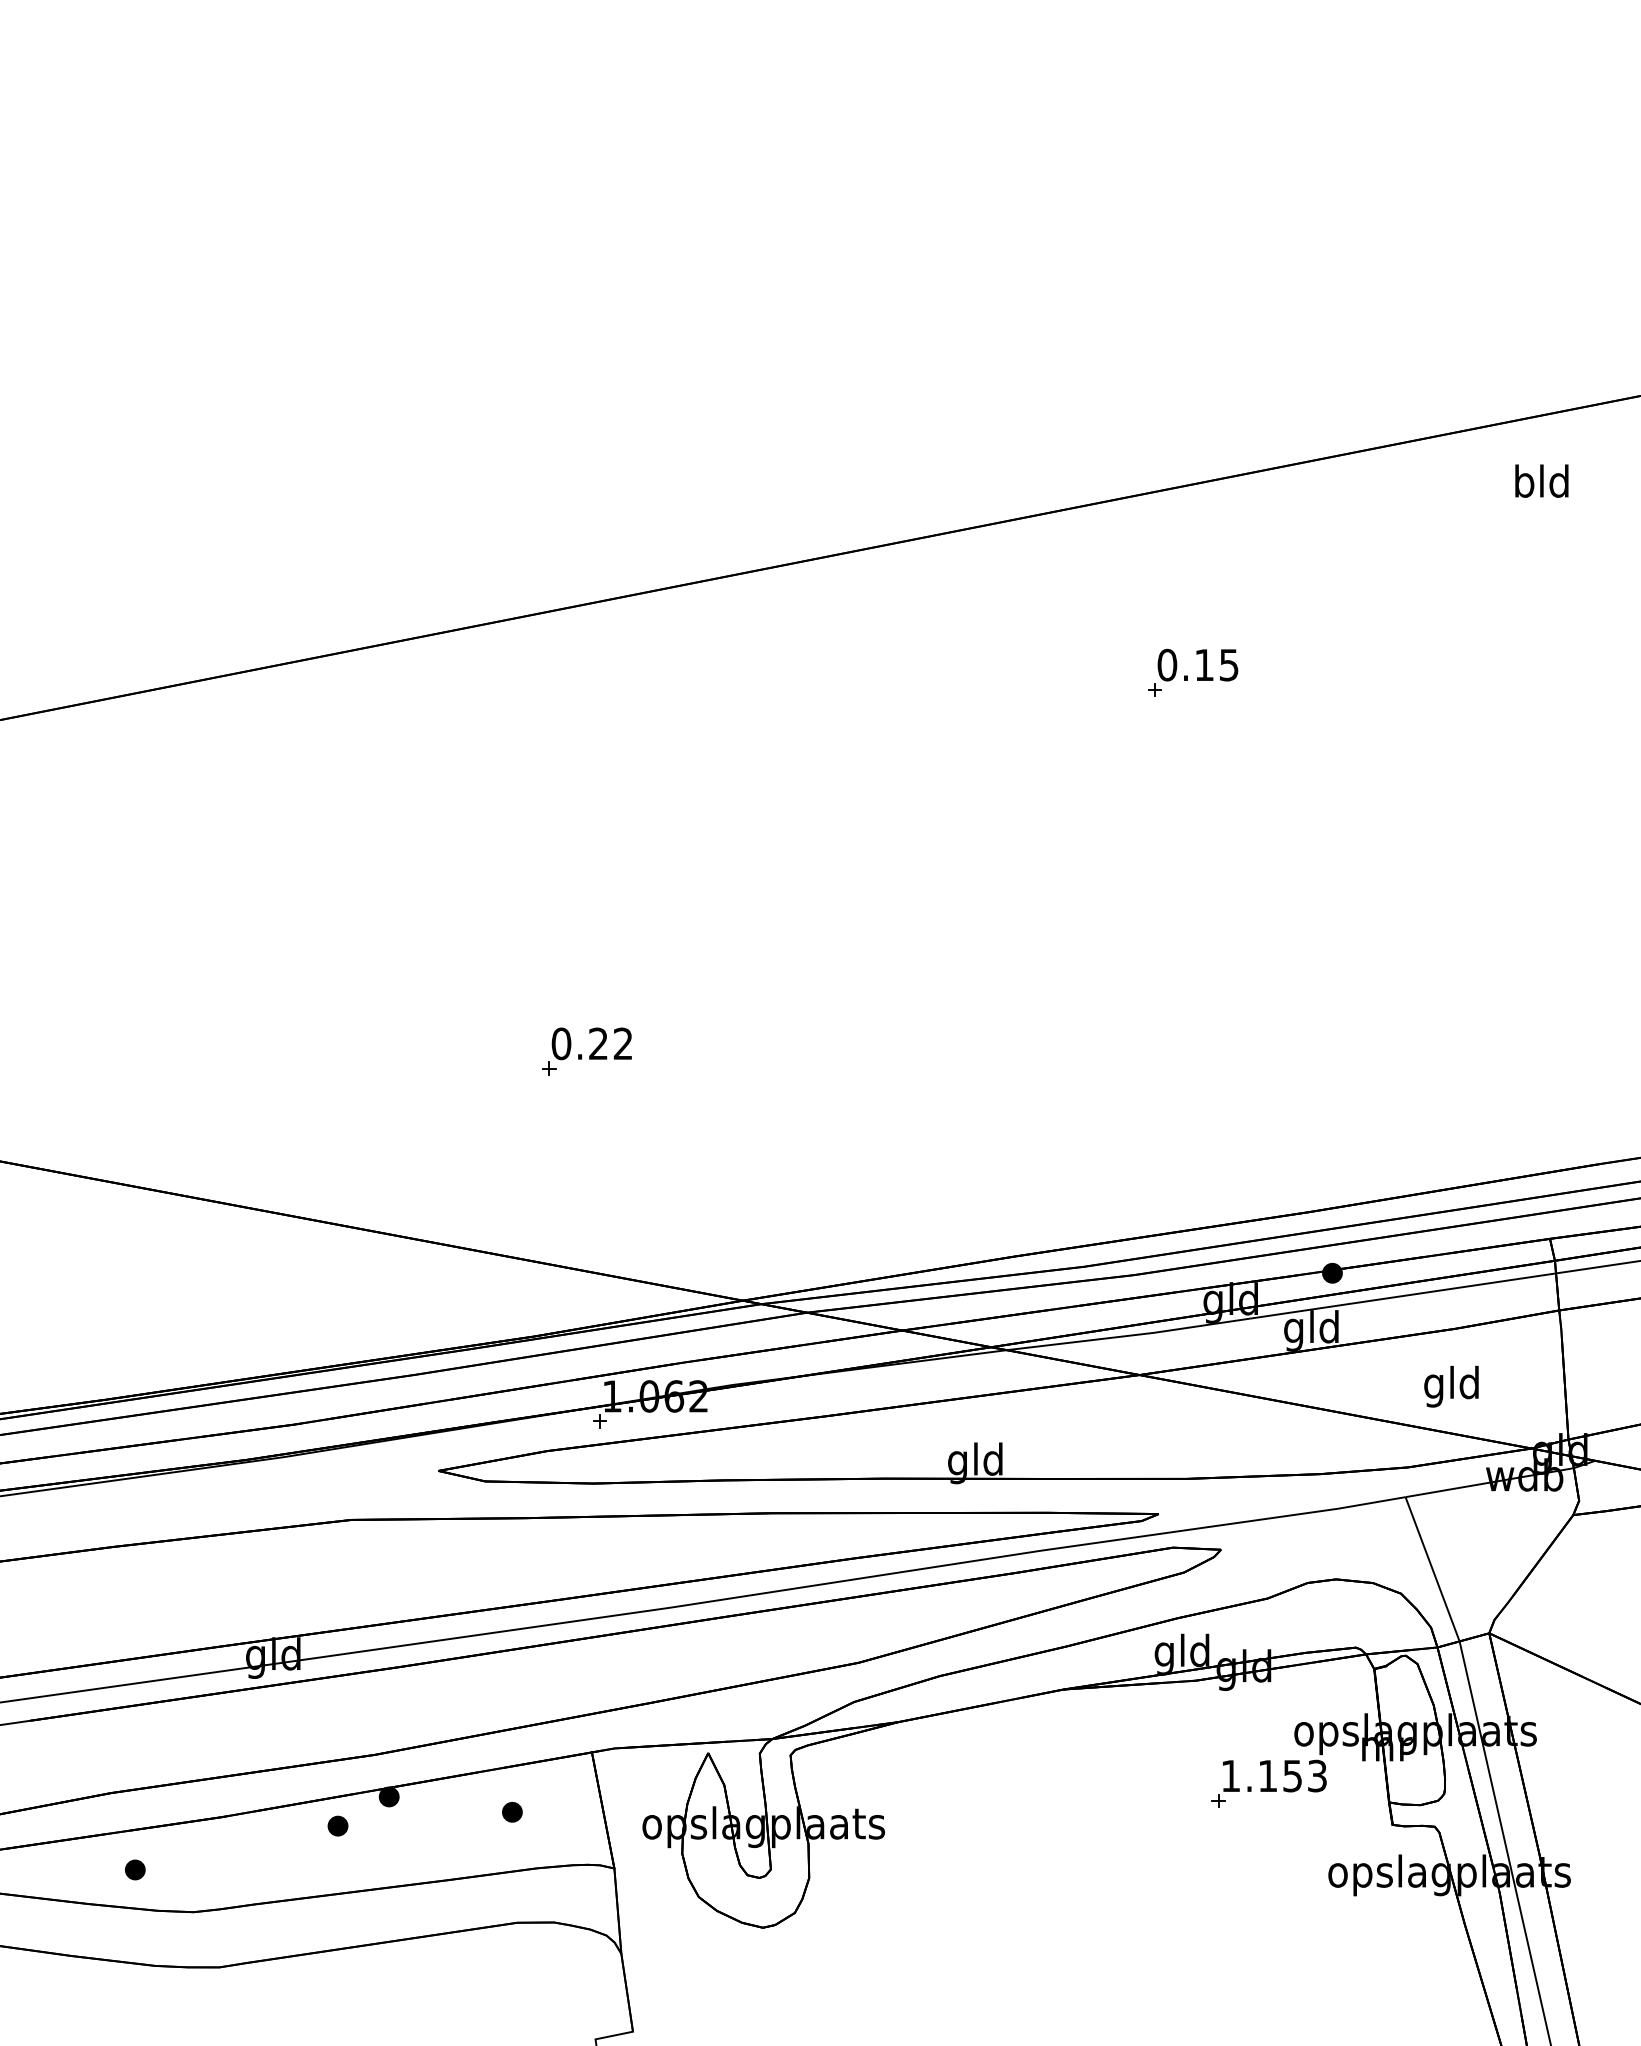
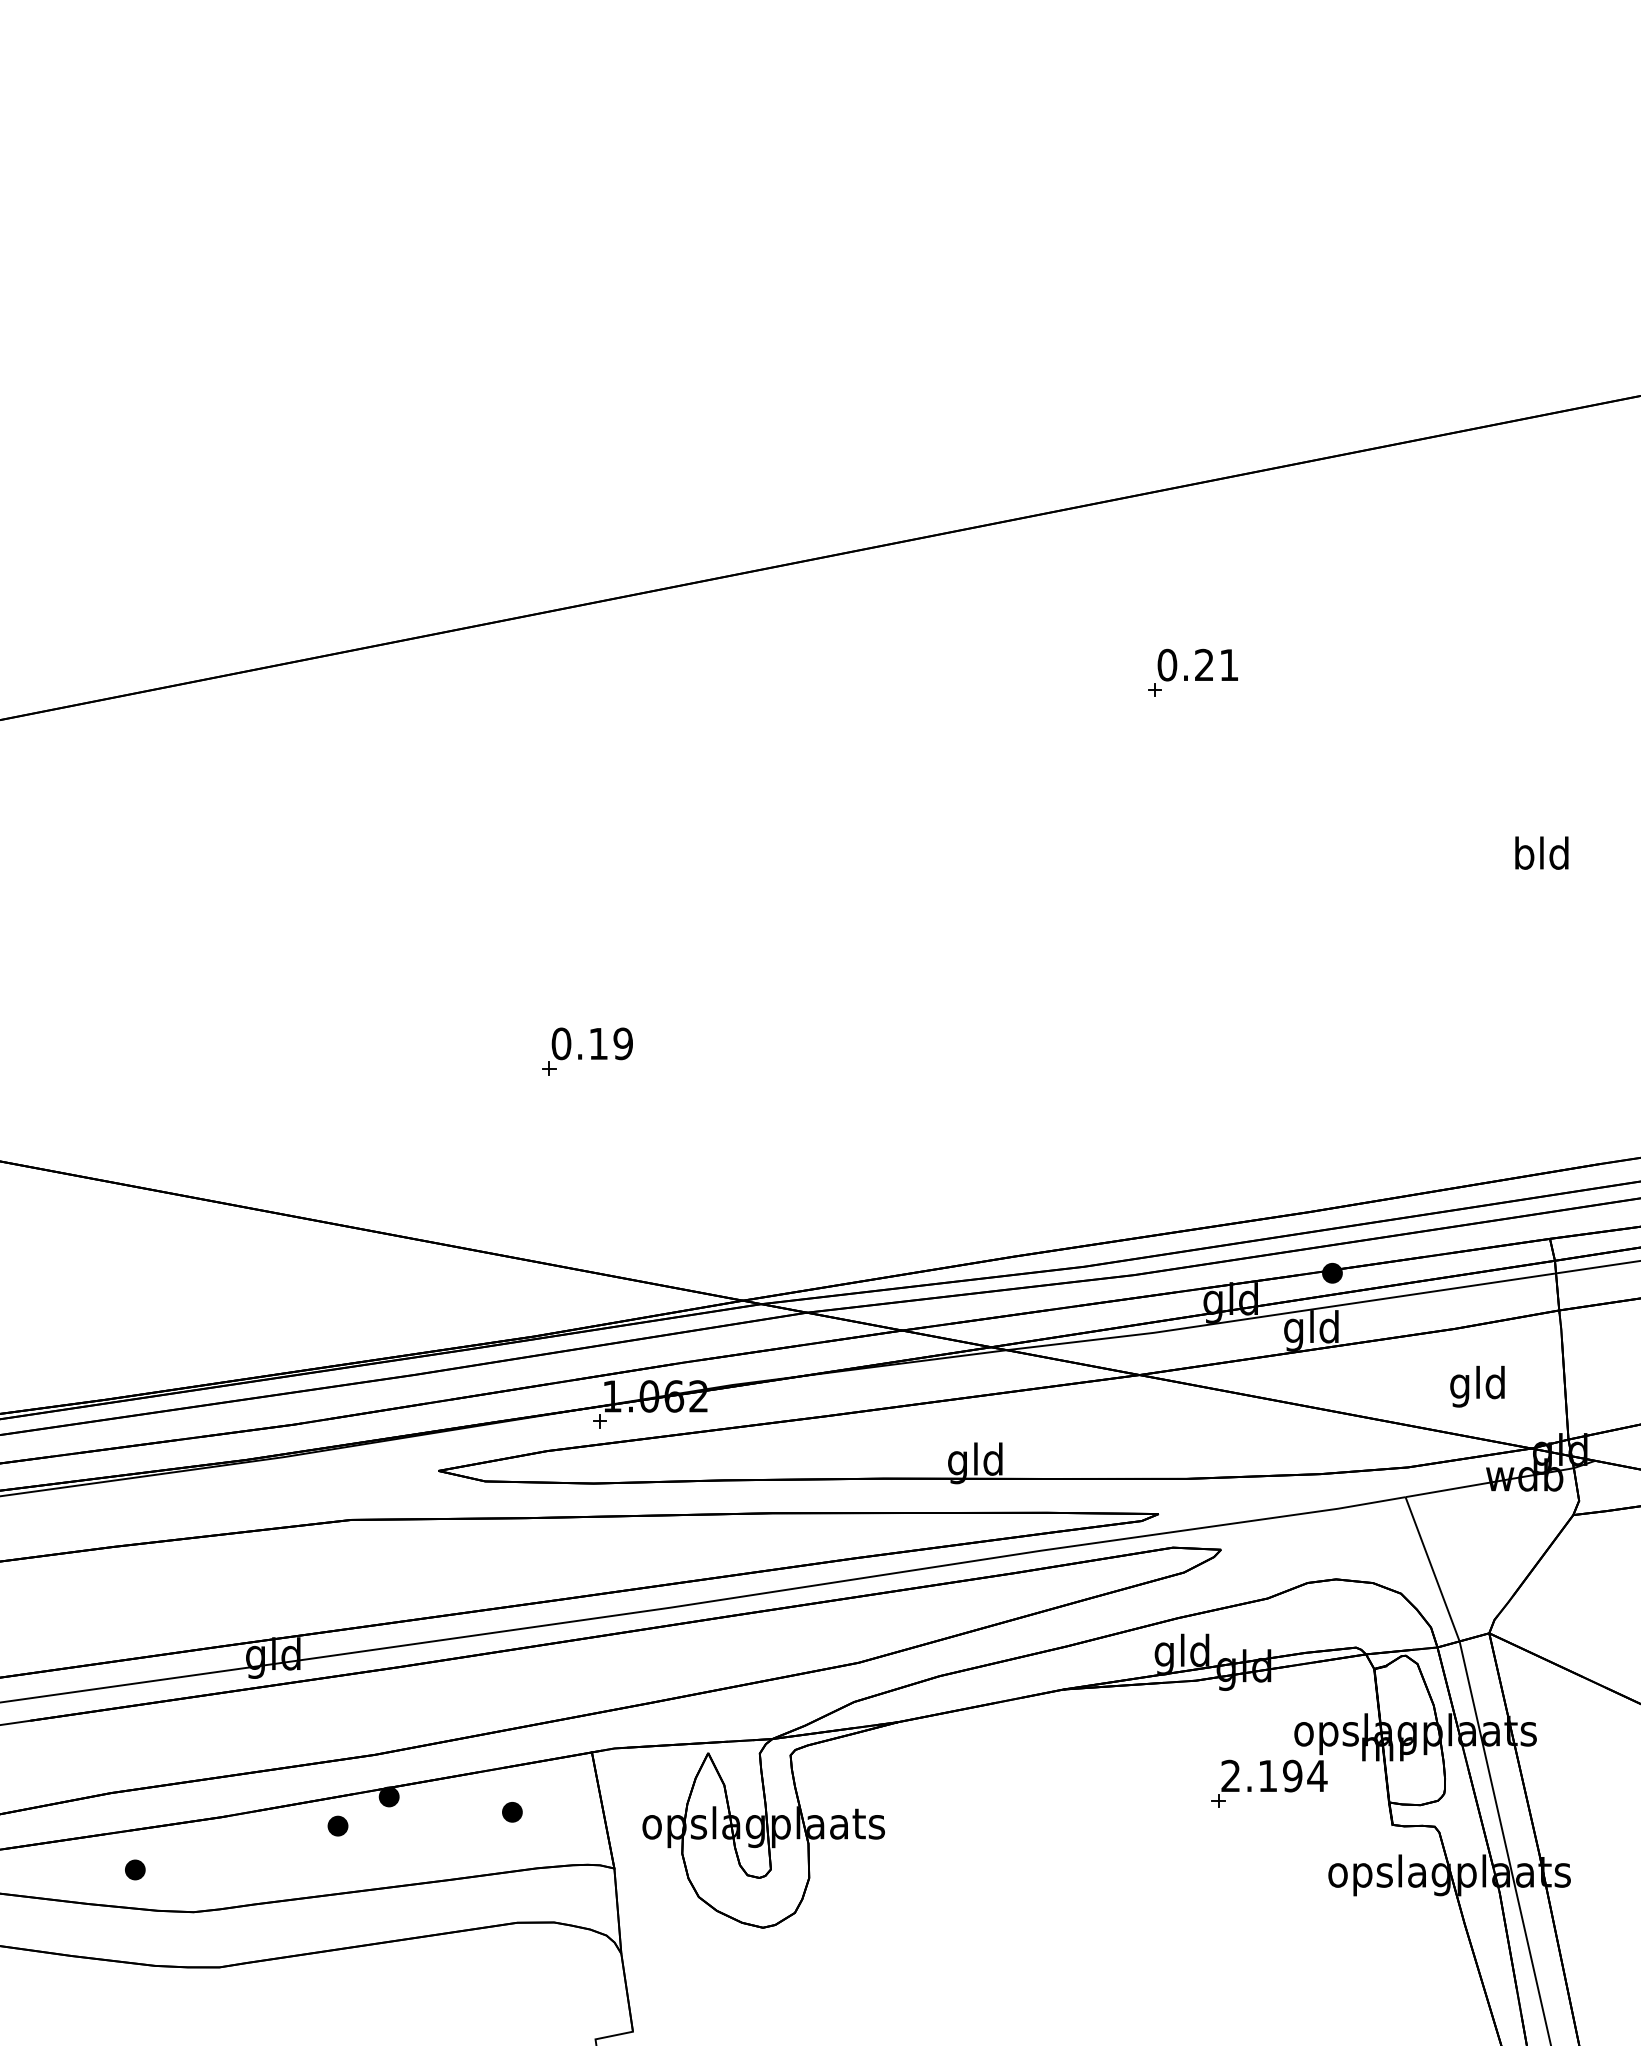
text at (1541, 480) position: (1541, 480) -> (1541, 852)
text at (1216, 664): 0.15 -> 0.21
text at (610, 1043): 0.22 -> 0.19
text at (1451, 1386) position: (1451, 1386) -> (1477, 1386)
text at (1274, 1775): 1.153 -> 2.194
